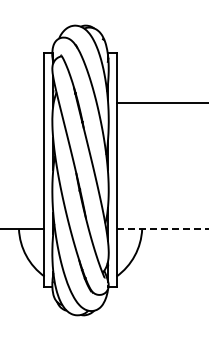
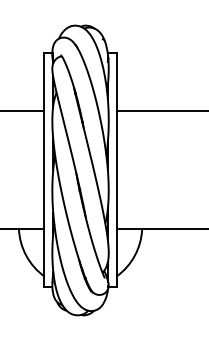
line at (160, 103) position: (160, 103) -> (160, 111)
line at (23, 111): none -> present
line at (162, 229): dashed -> solid
